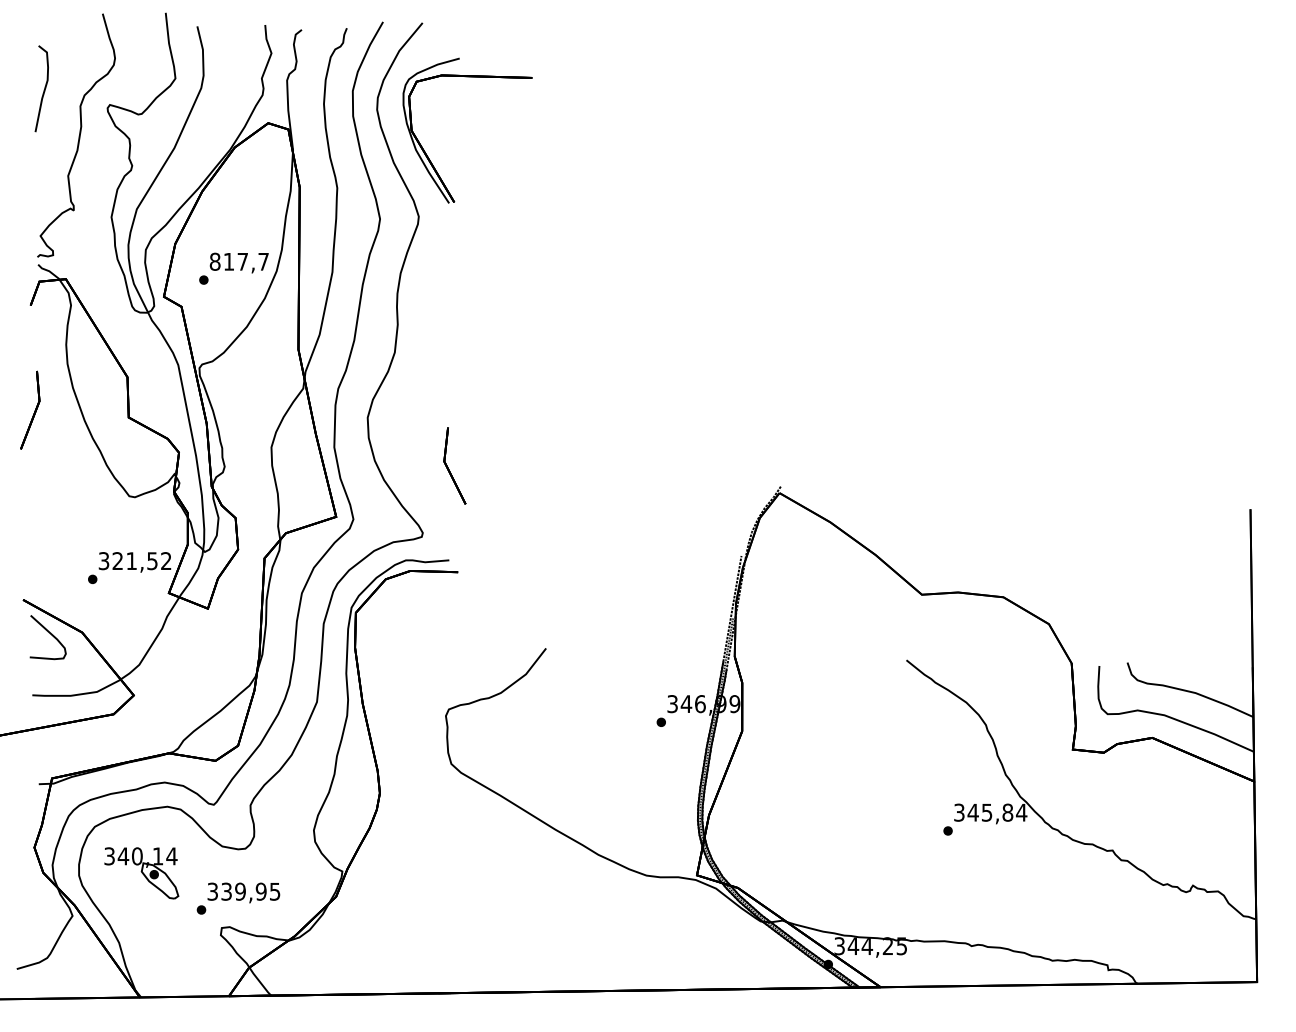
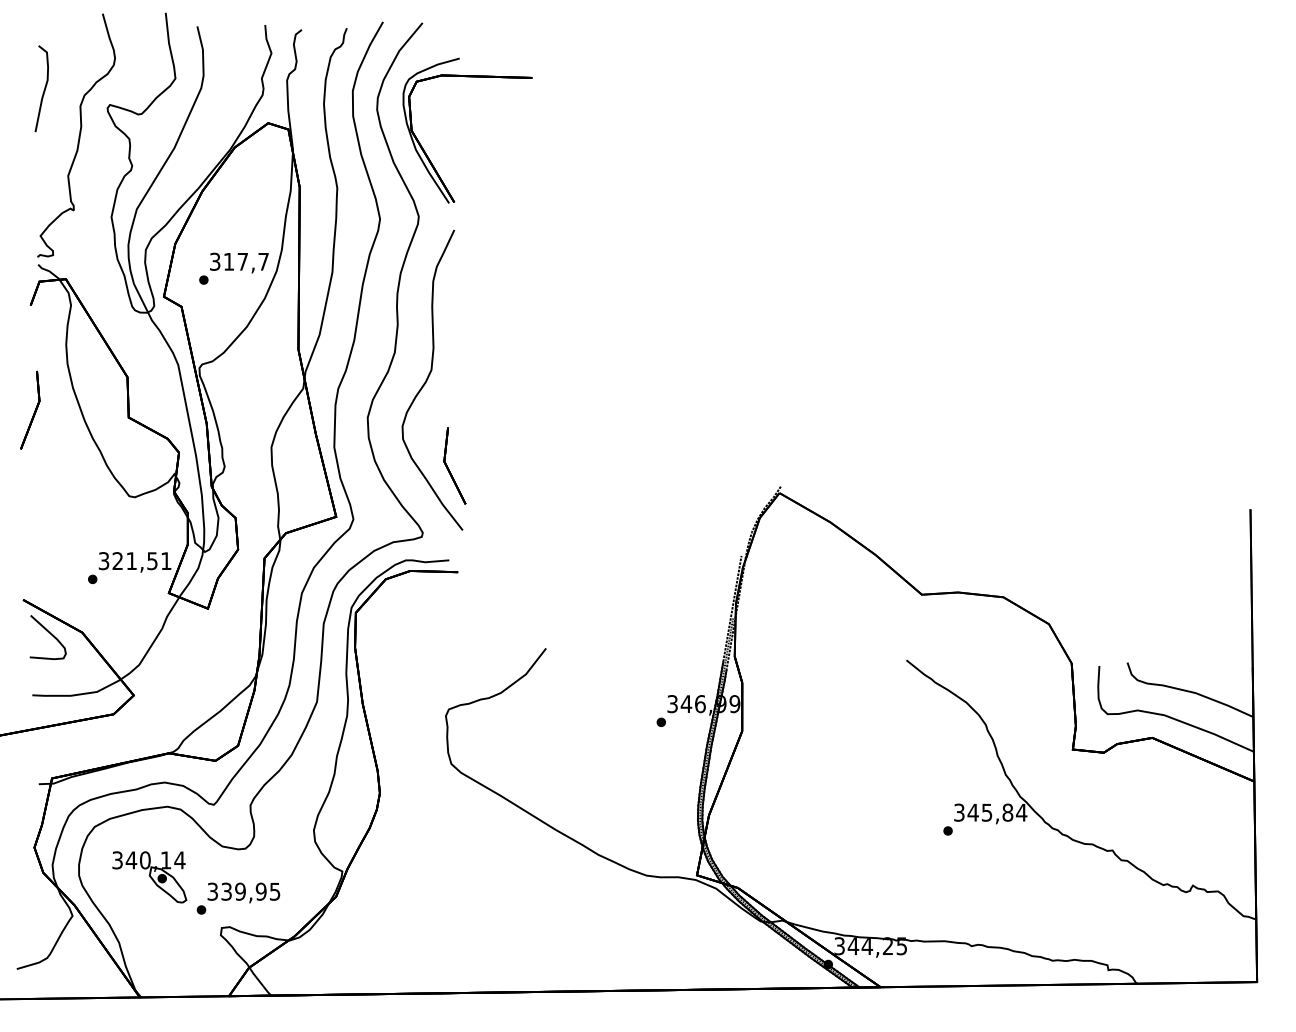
text at (214, 261): 817,7 -> 317,7
curve at (428, 379): none -> present
text at (166, 560): 321,52 -> 321,51
part at (141, 873) position: (141, 873) -> (149, 877)
